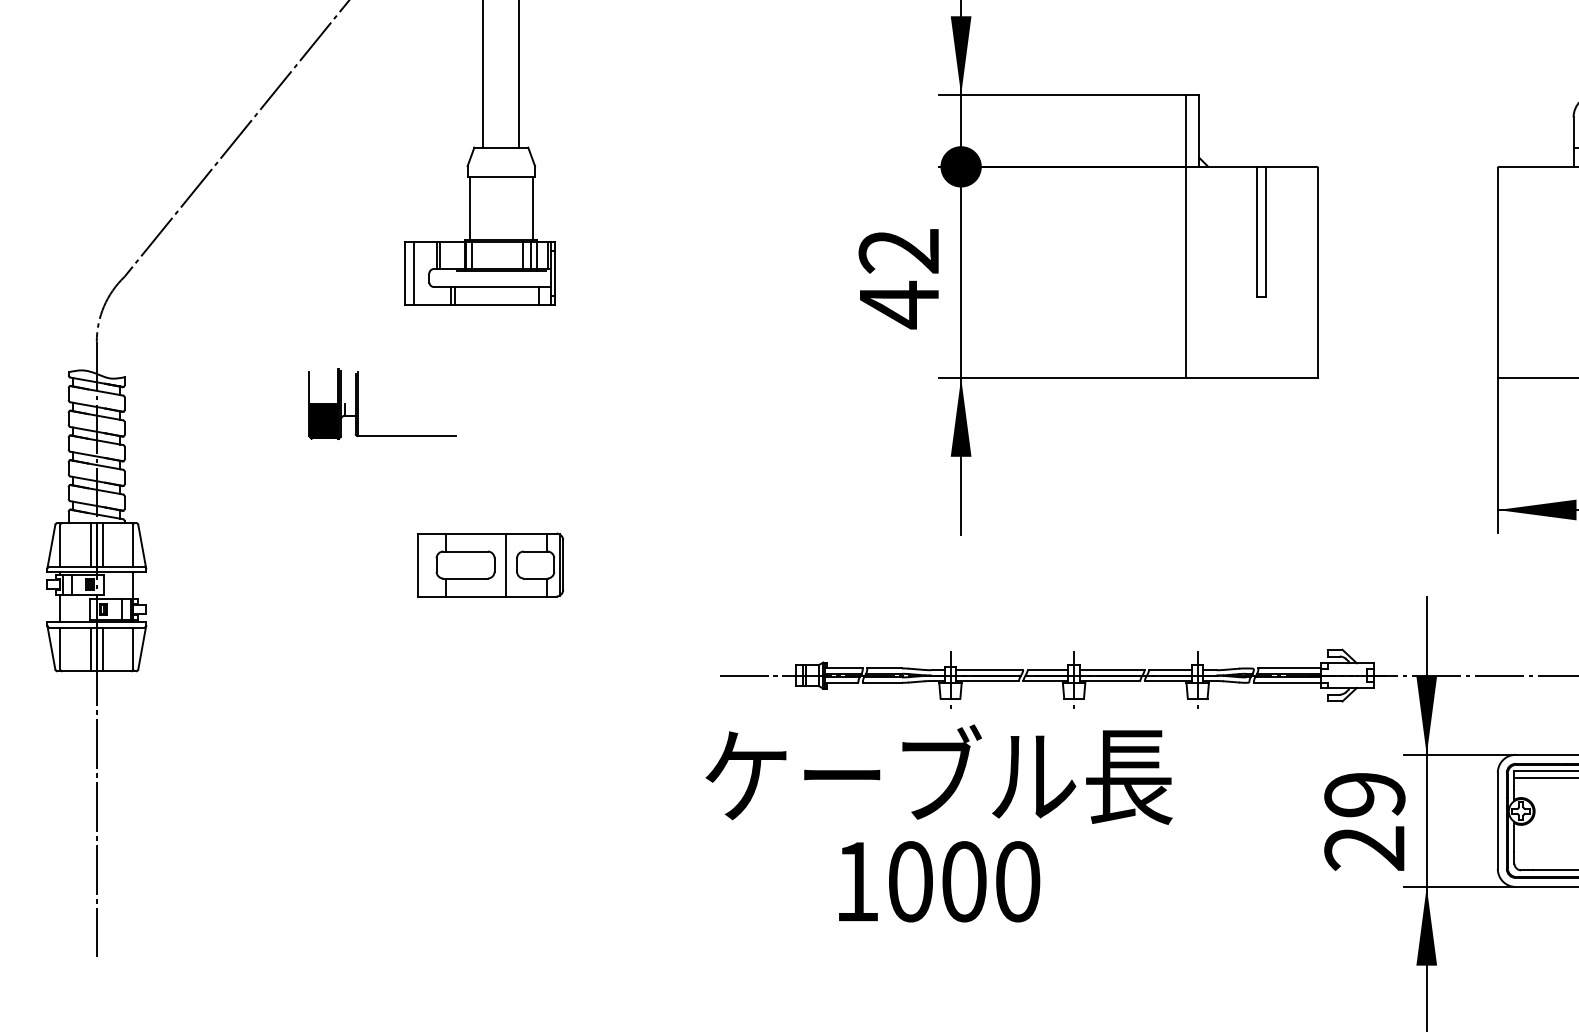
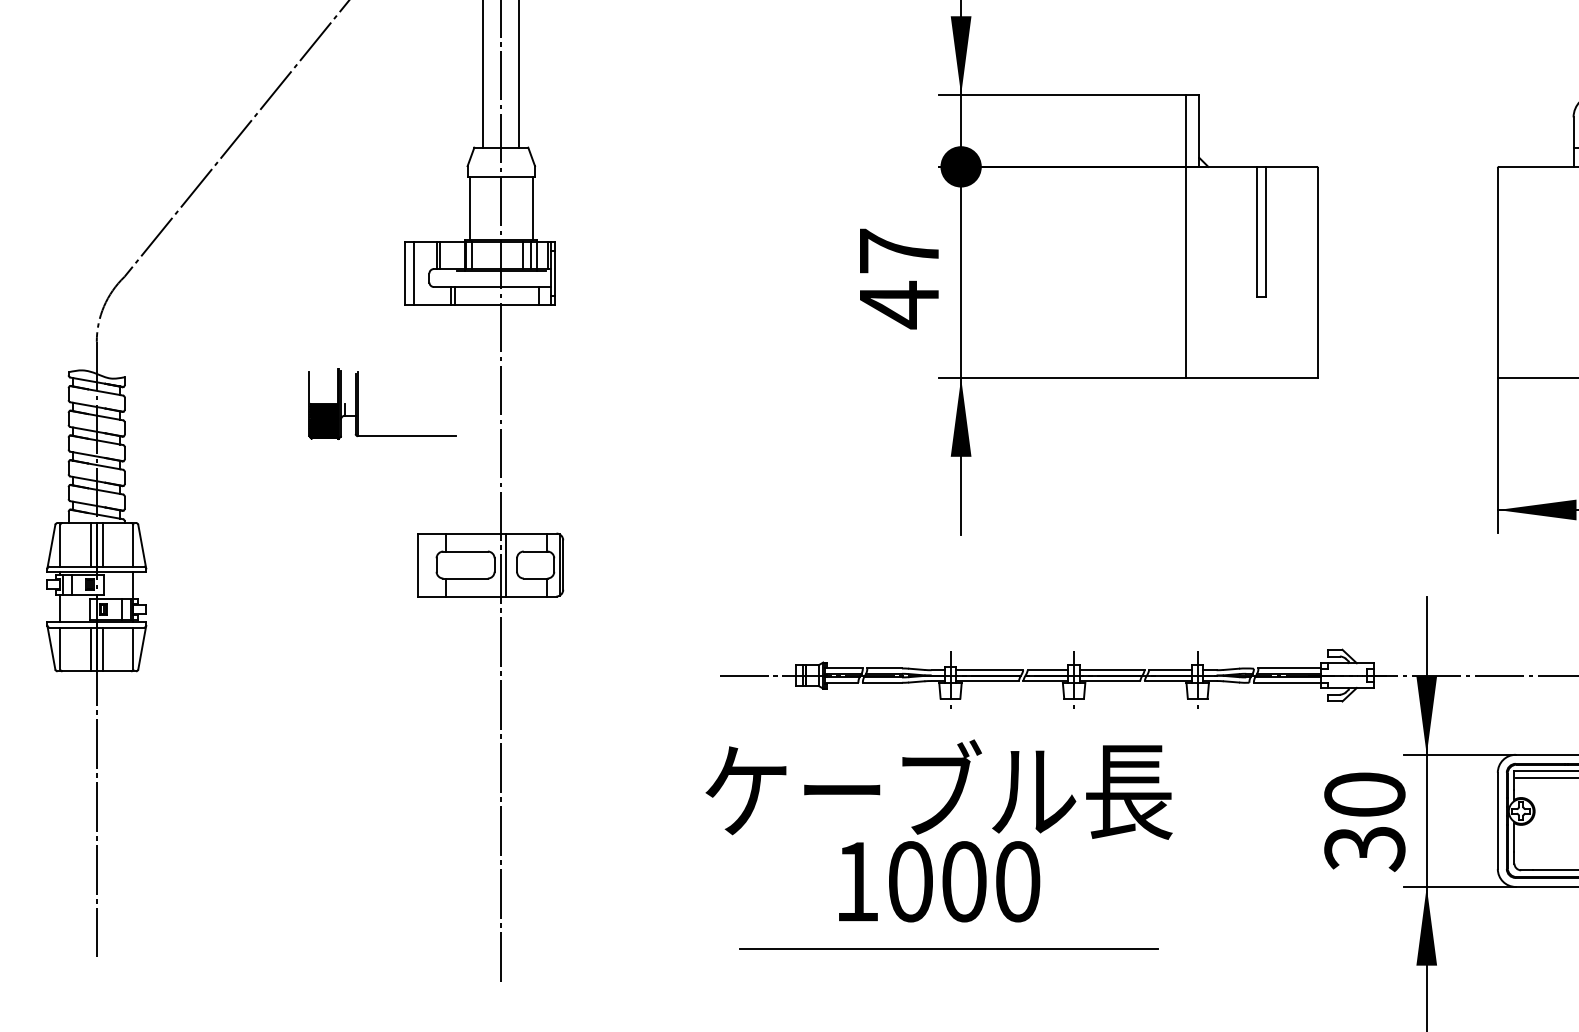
text at (898, 250): 42 -> 47
line at (501, 491): none -> present
text at (938, 774) position: (938, 774) -> (938, 789)
text at (1364, 822): 29 -> 30
line at (948, 949): none -> present
